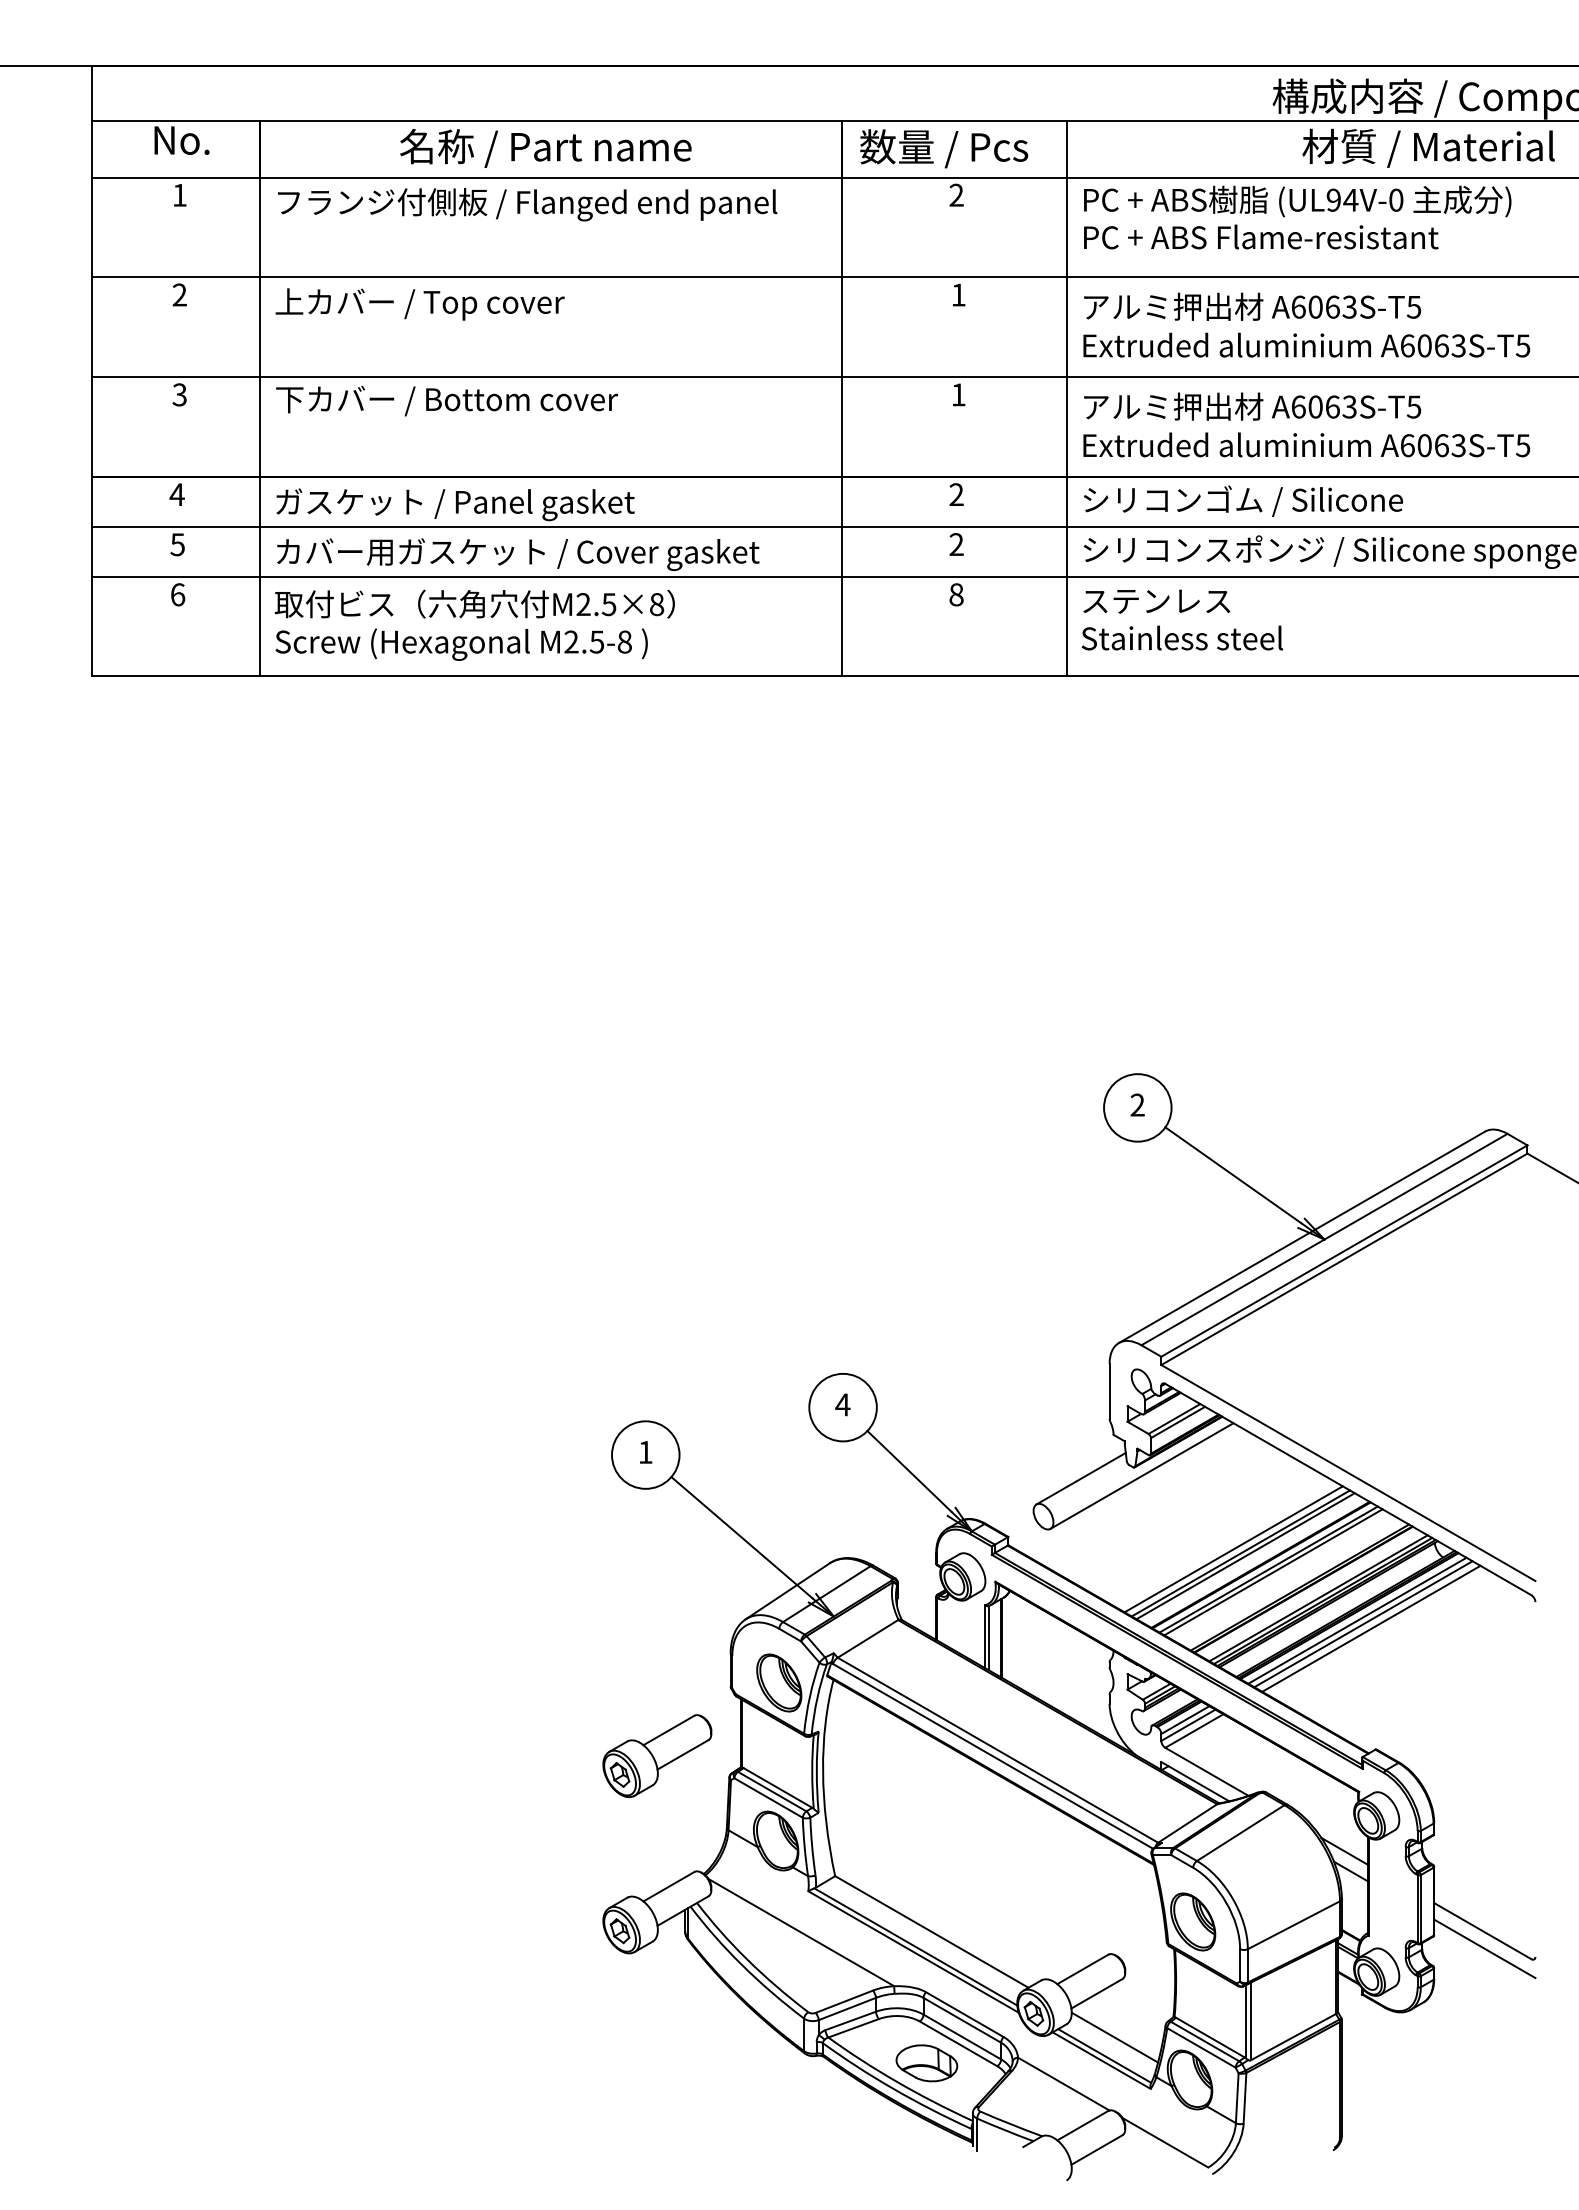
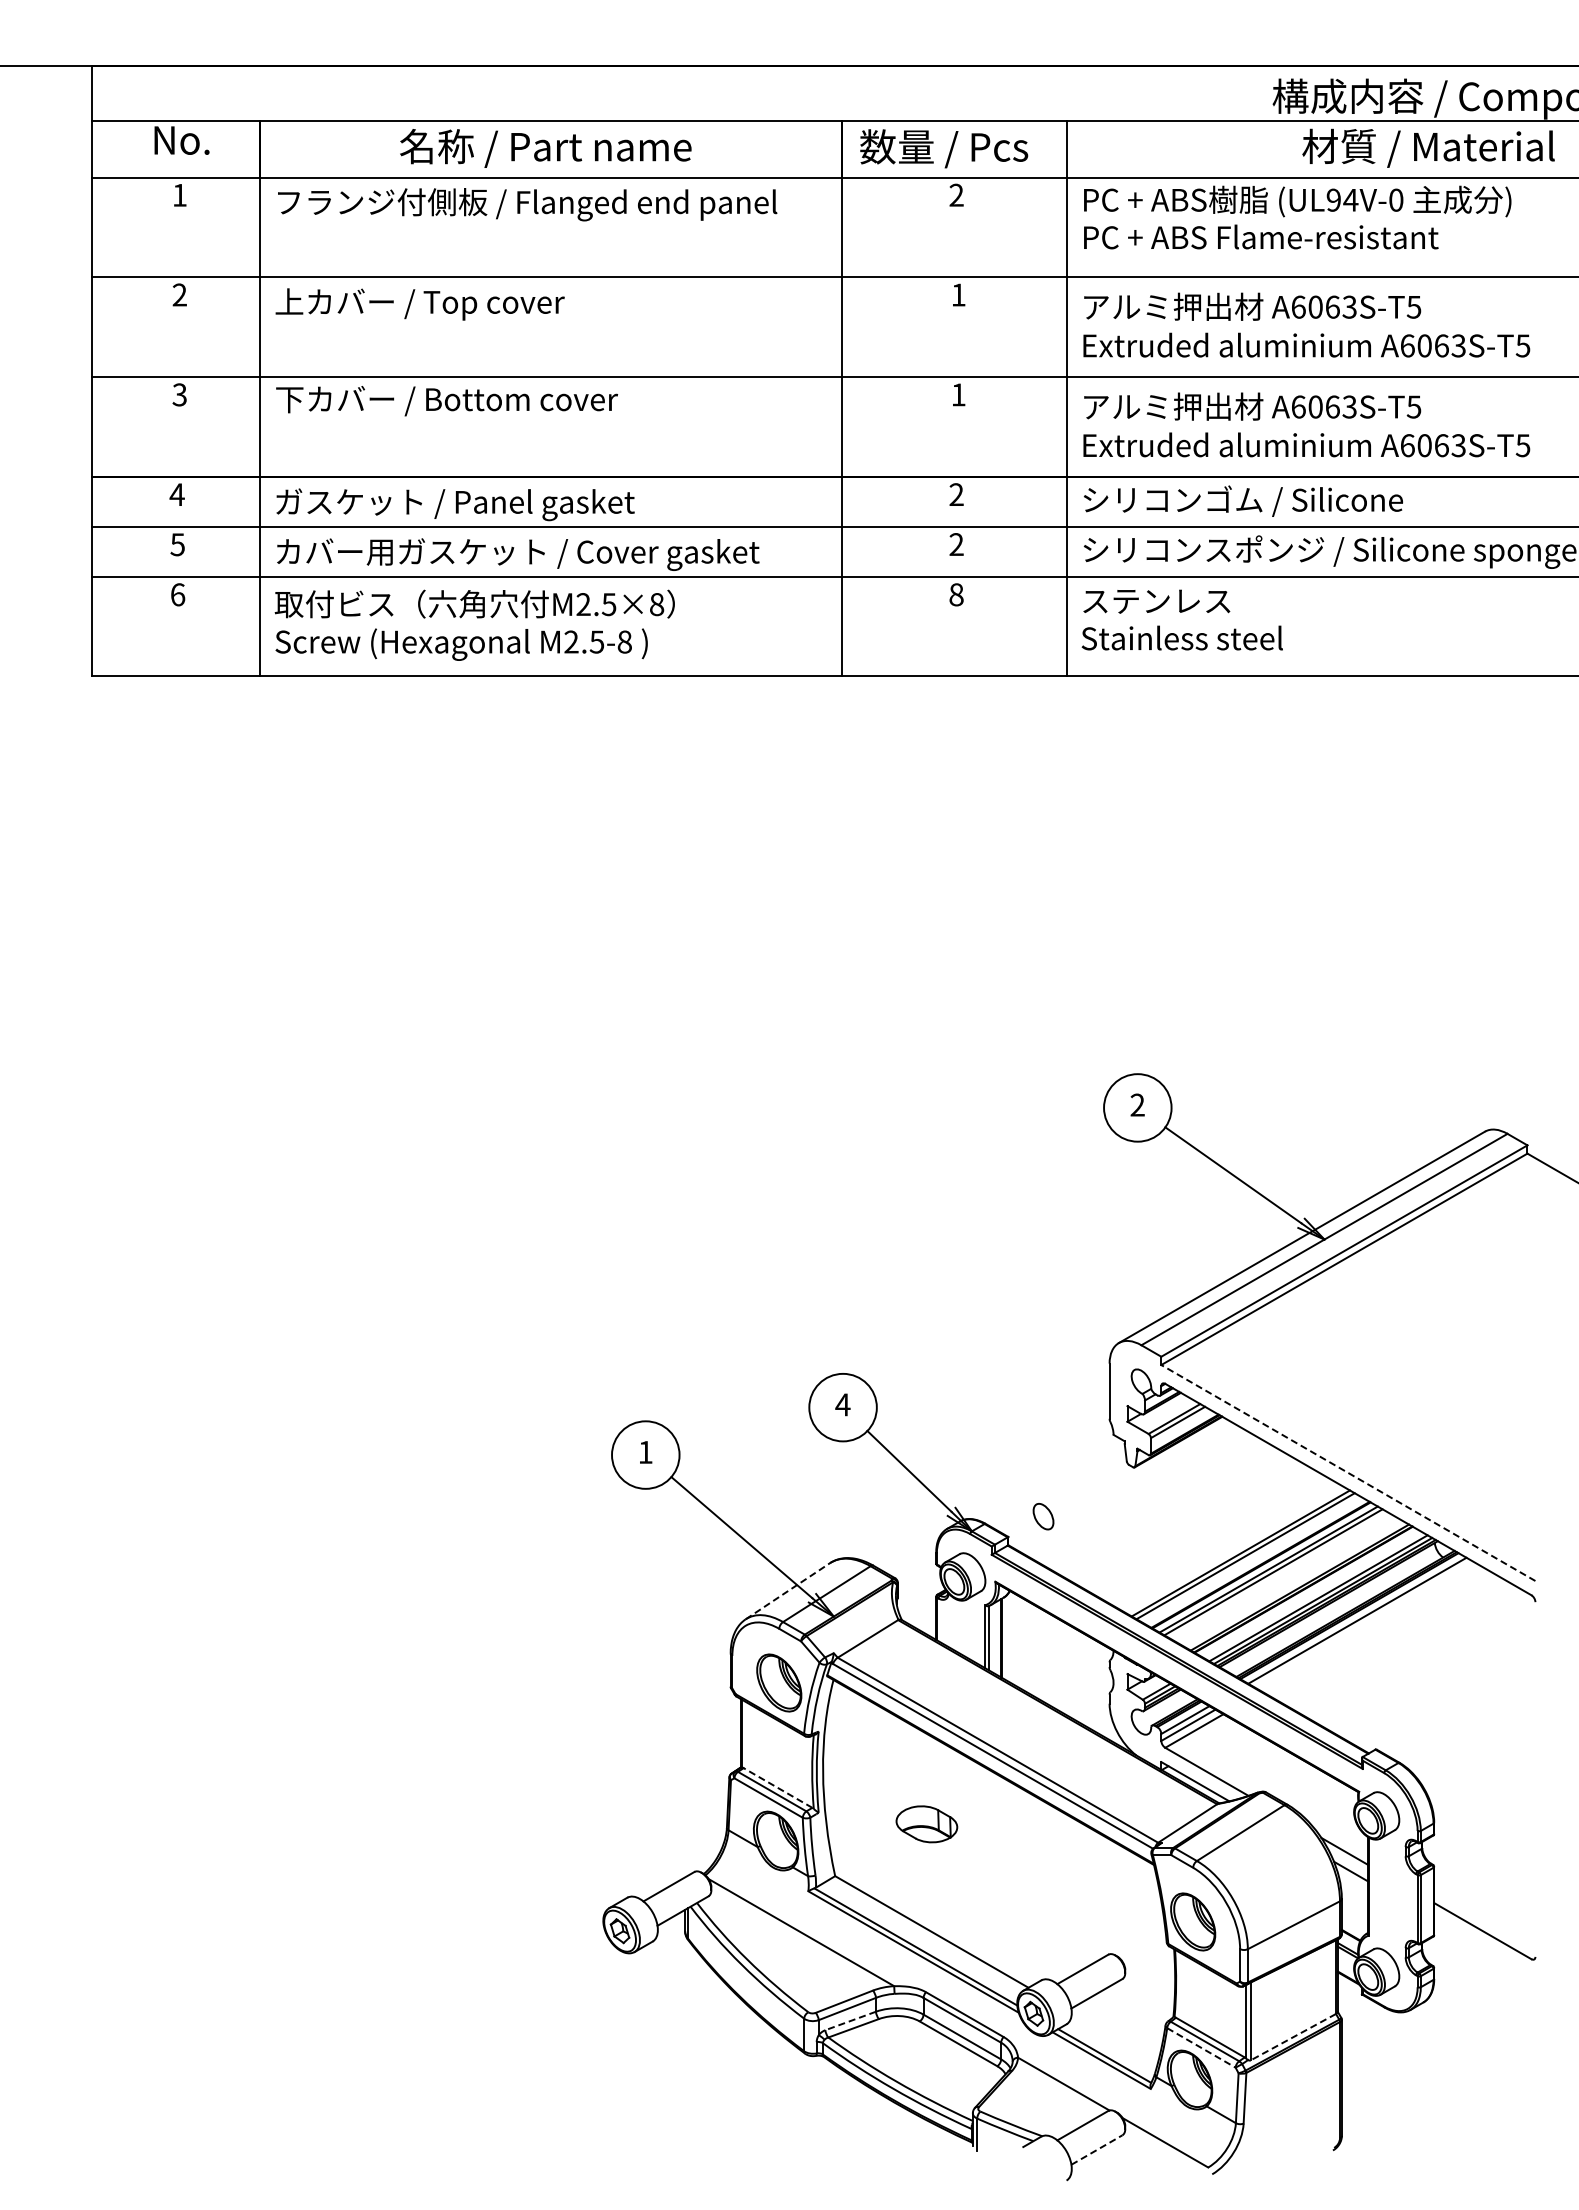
line at (1348, 1473): solid -> dashed
line at (1141, 1475): present -> none
line at (1080, 1478): present -> none
line at (1233, 1549): present -> none
line at (787, 1591): solid -> dashed
line at (1363, 1624): present -> none
line at (1371, 1628): present -> none
part at (657, 1755): present -> none
line at (778, 1787): solid -> dashed
line at (1484, 1948): present -> none
line at (850, 2020): solid -> dashed
line at (1114, 2037): present -> none
line at (1293, 2037): solid -> dashed
line at (1201, 2048): solid -> dashed
part at (926, 2063) position: (926, 2063) -> (926, 1824)
line at (1097, 2149): solid -> dashed
